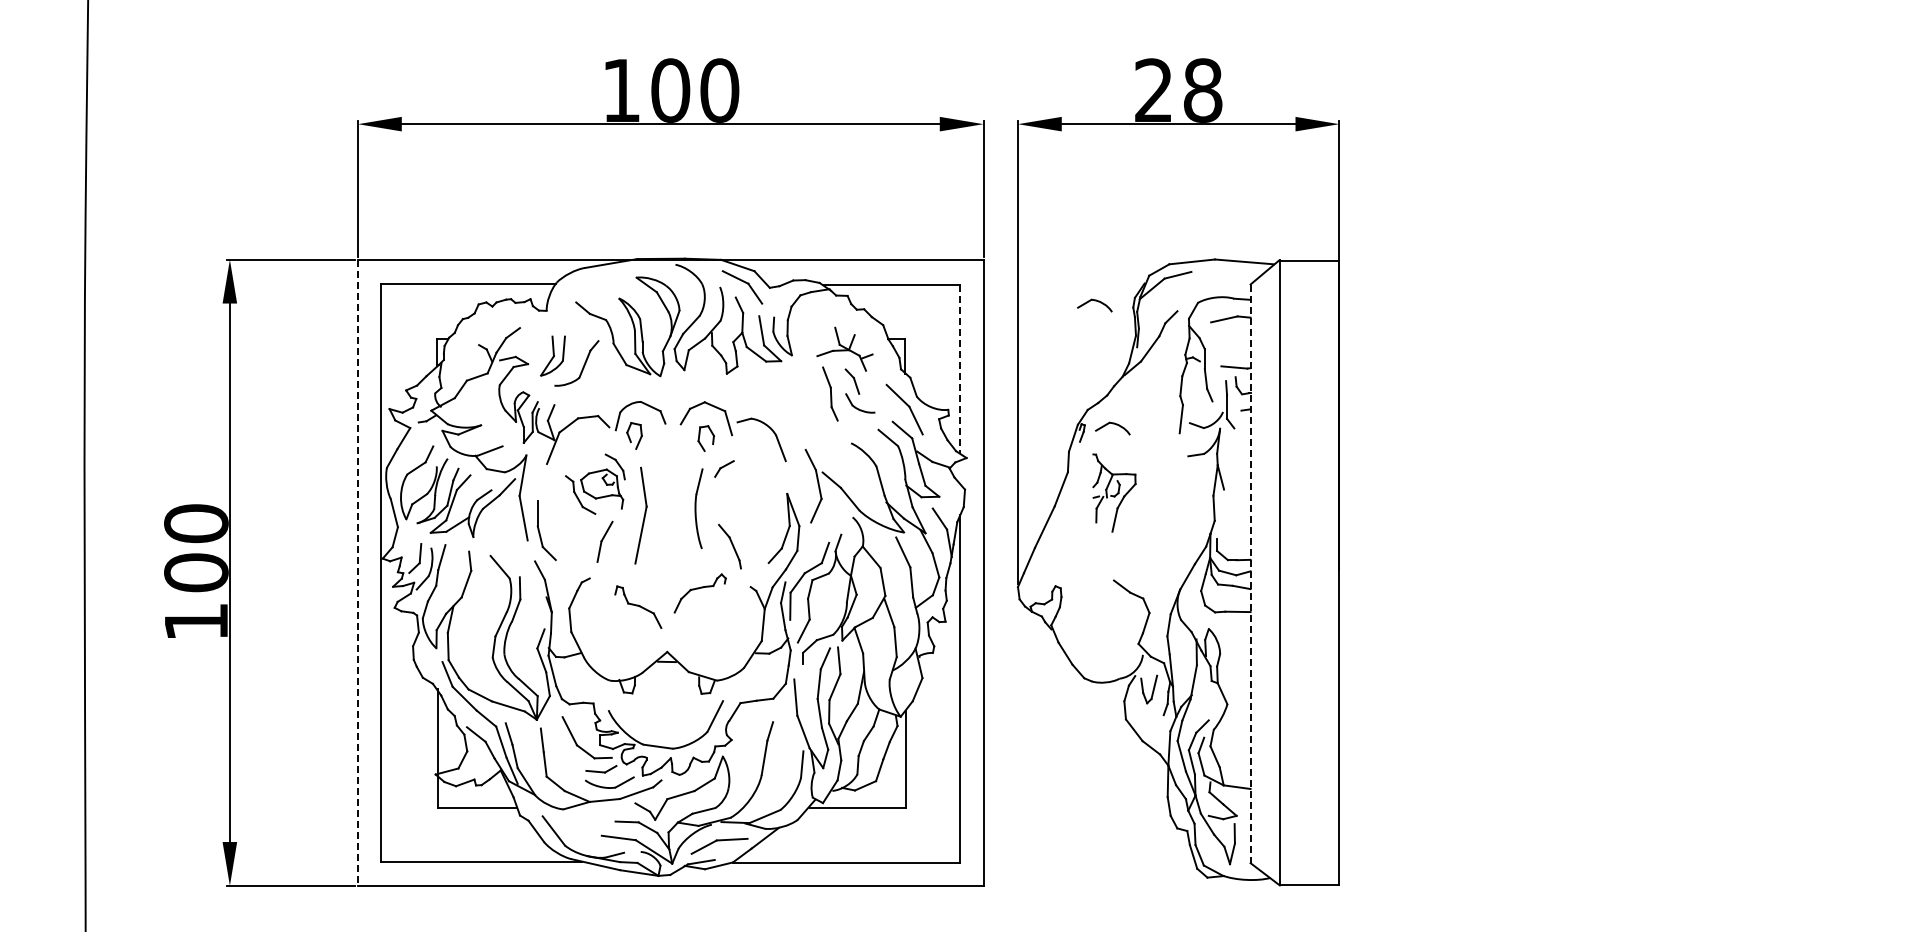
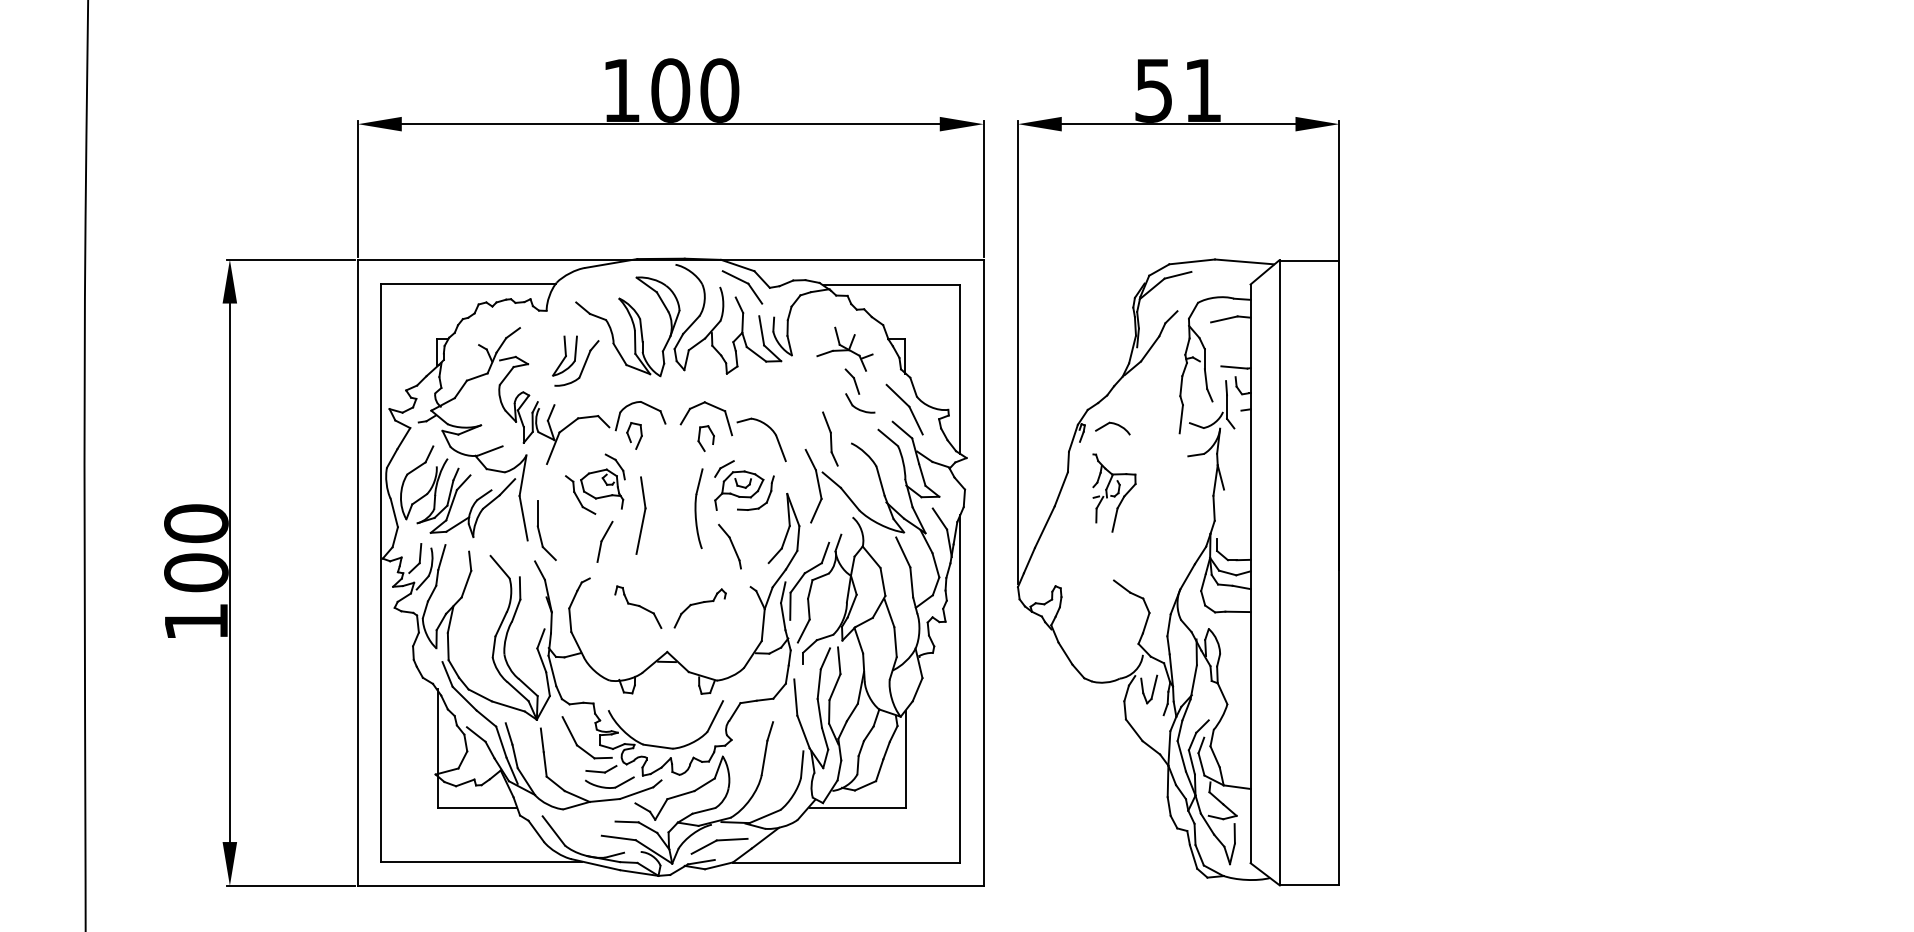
text at (1178, 90): 28 -> 51
part at (1094, 305): present -> none
part at (552, 355) position: (552, 355) -> (564, 355)
line at (960, 369): dashed -> solid
part at (830, 393) position: (830, 393) -> (830, 438)
part at (744, 490): none -> present
part at (640, 515) size: 14x99 px -> 12x79 px
line at (358, 573): dashed -> solid
line at (1250, 574): dashed -> solid
part at (699, 593) position: (699, 593) -> (699, 608)
